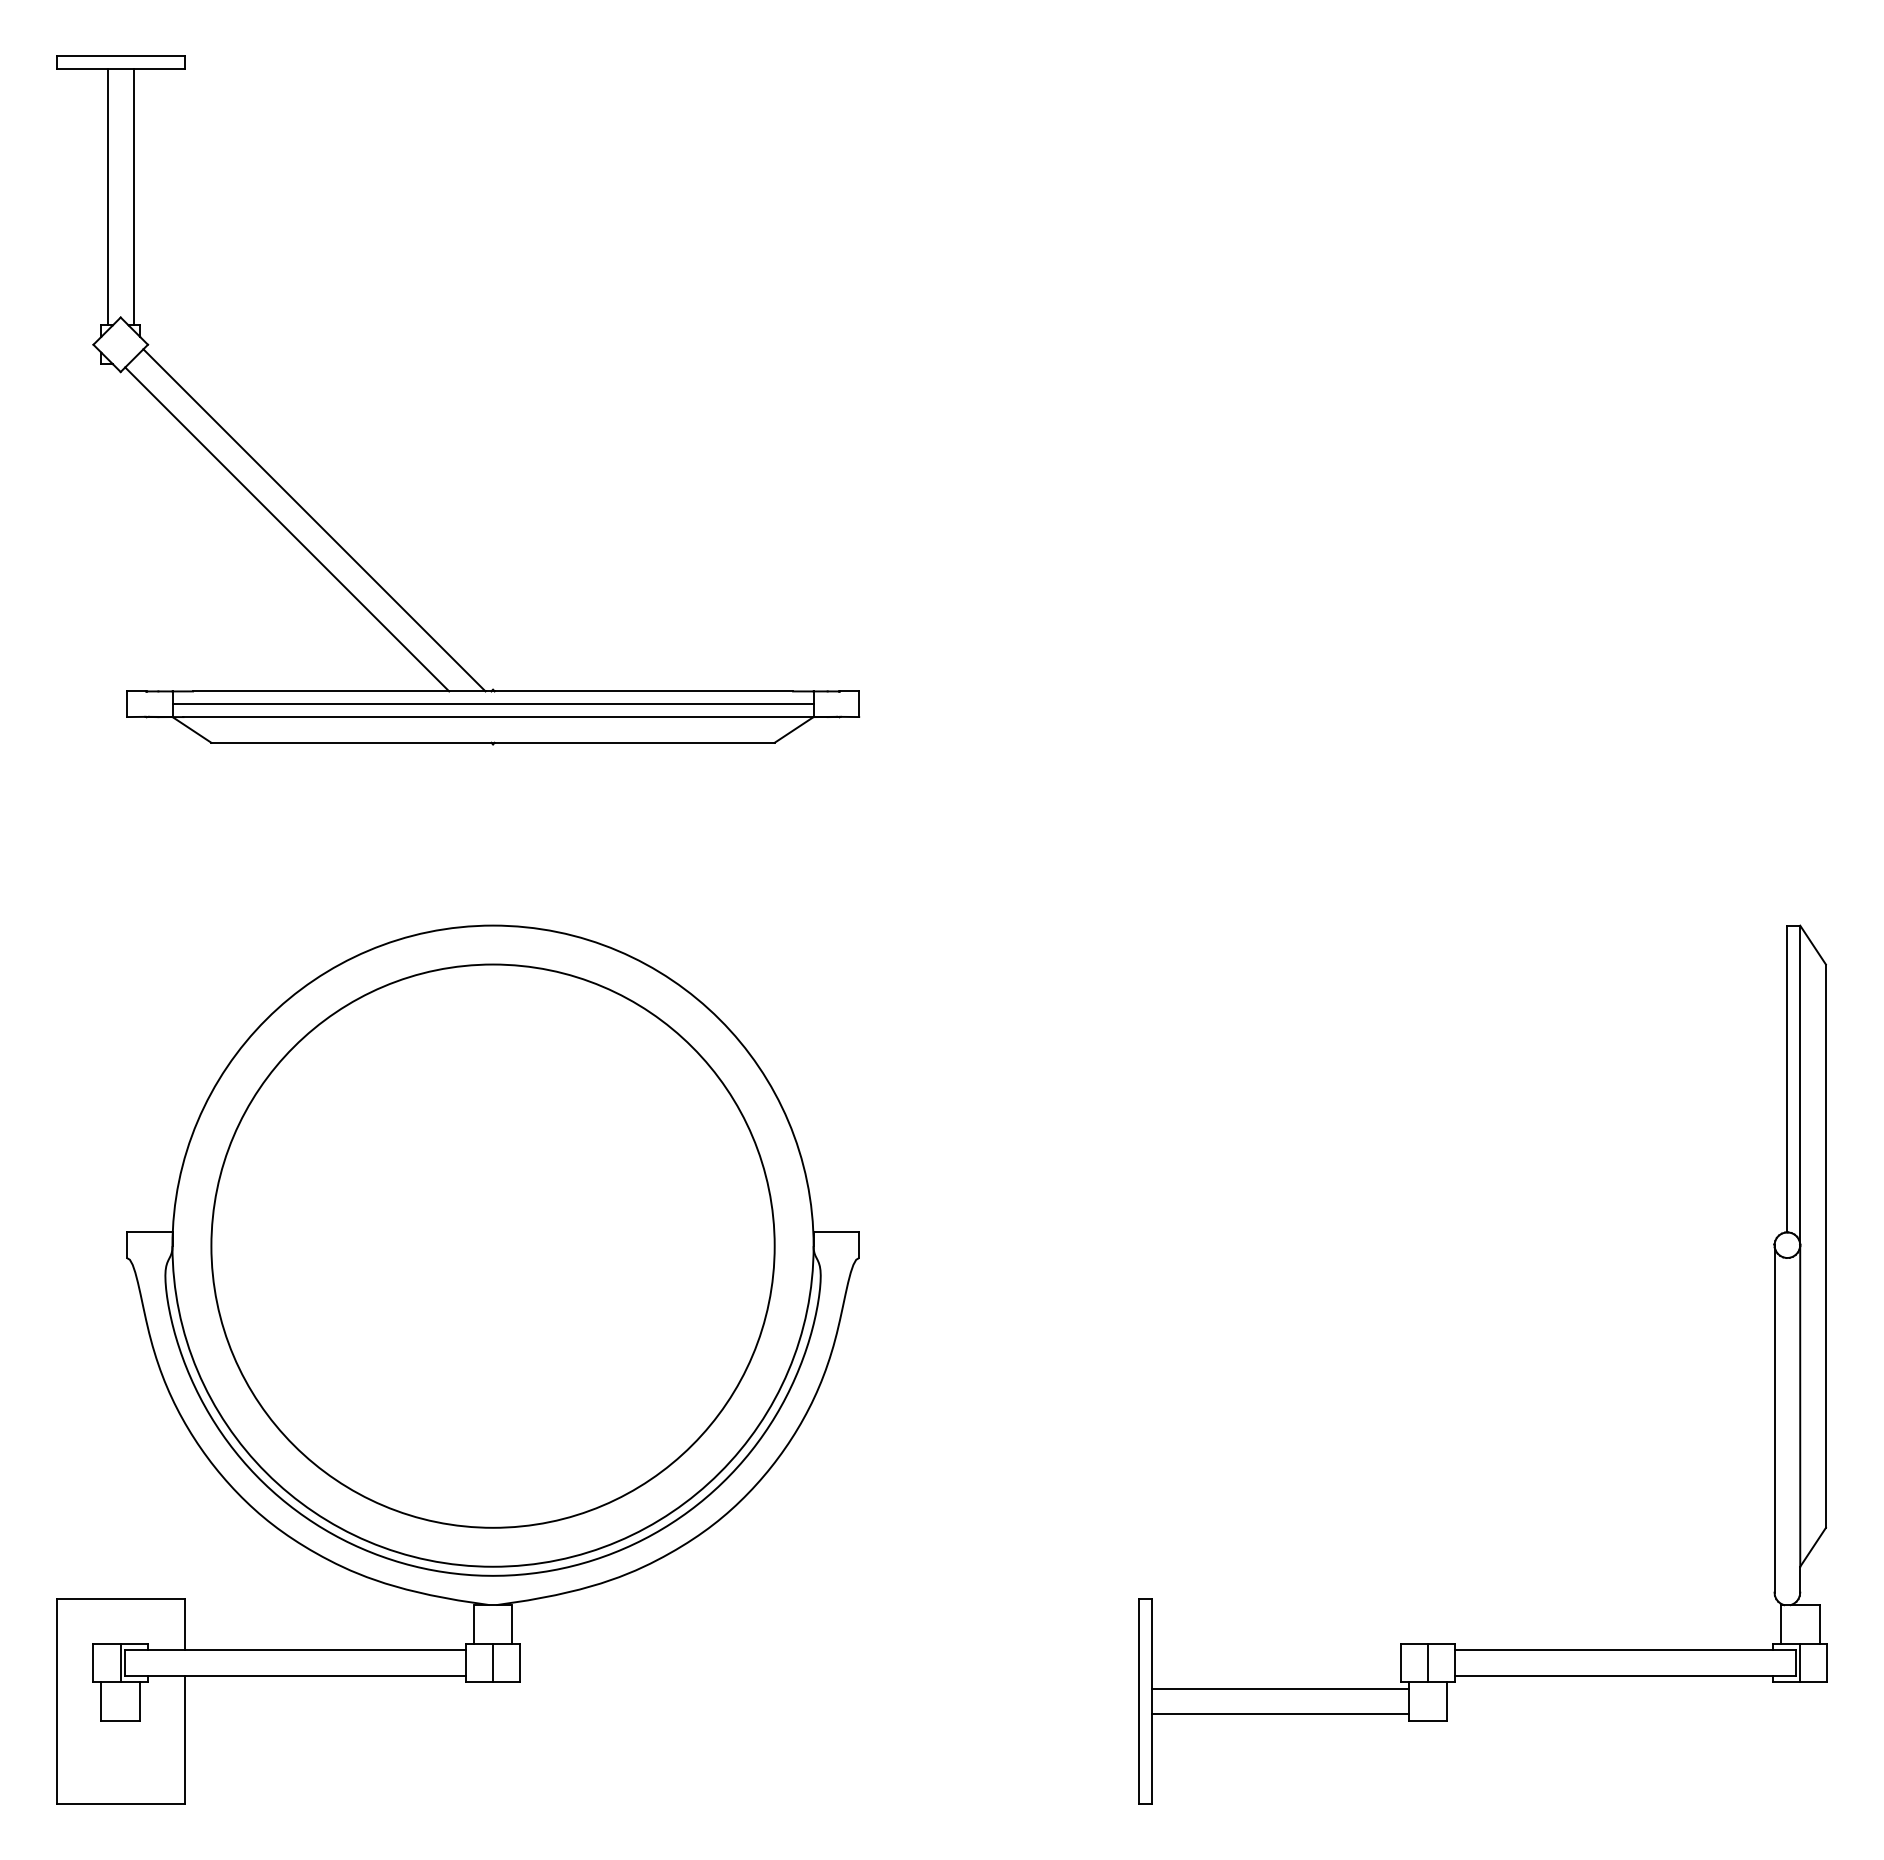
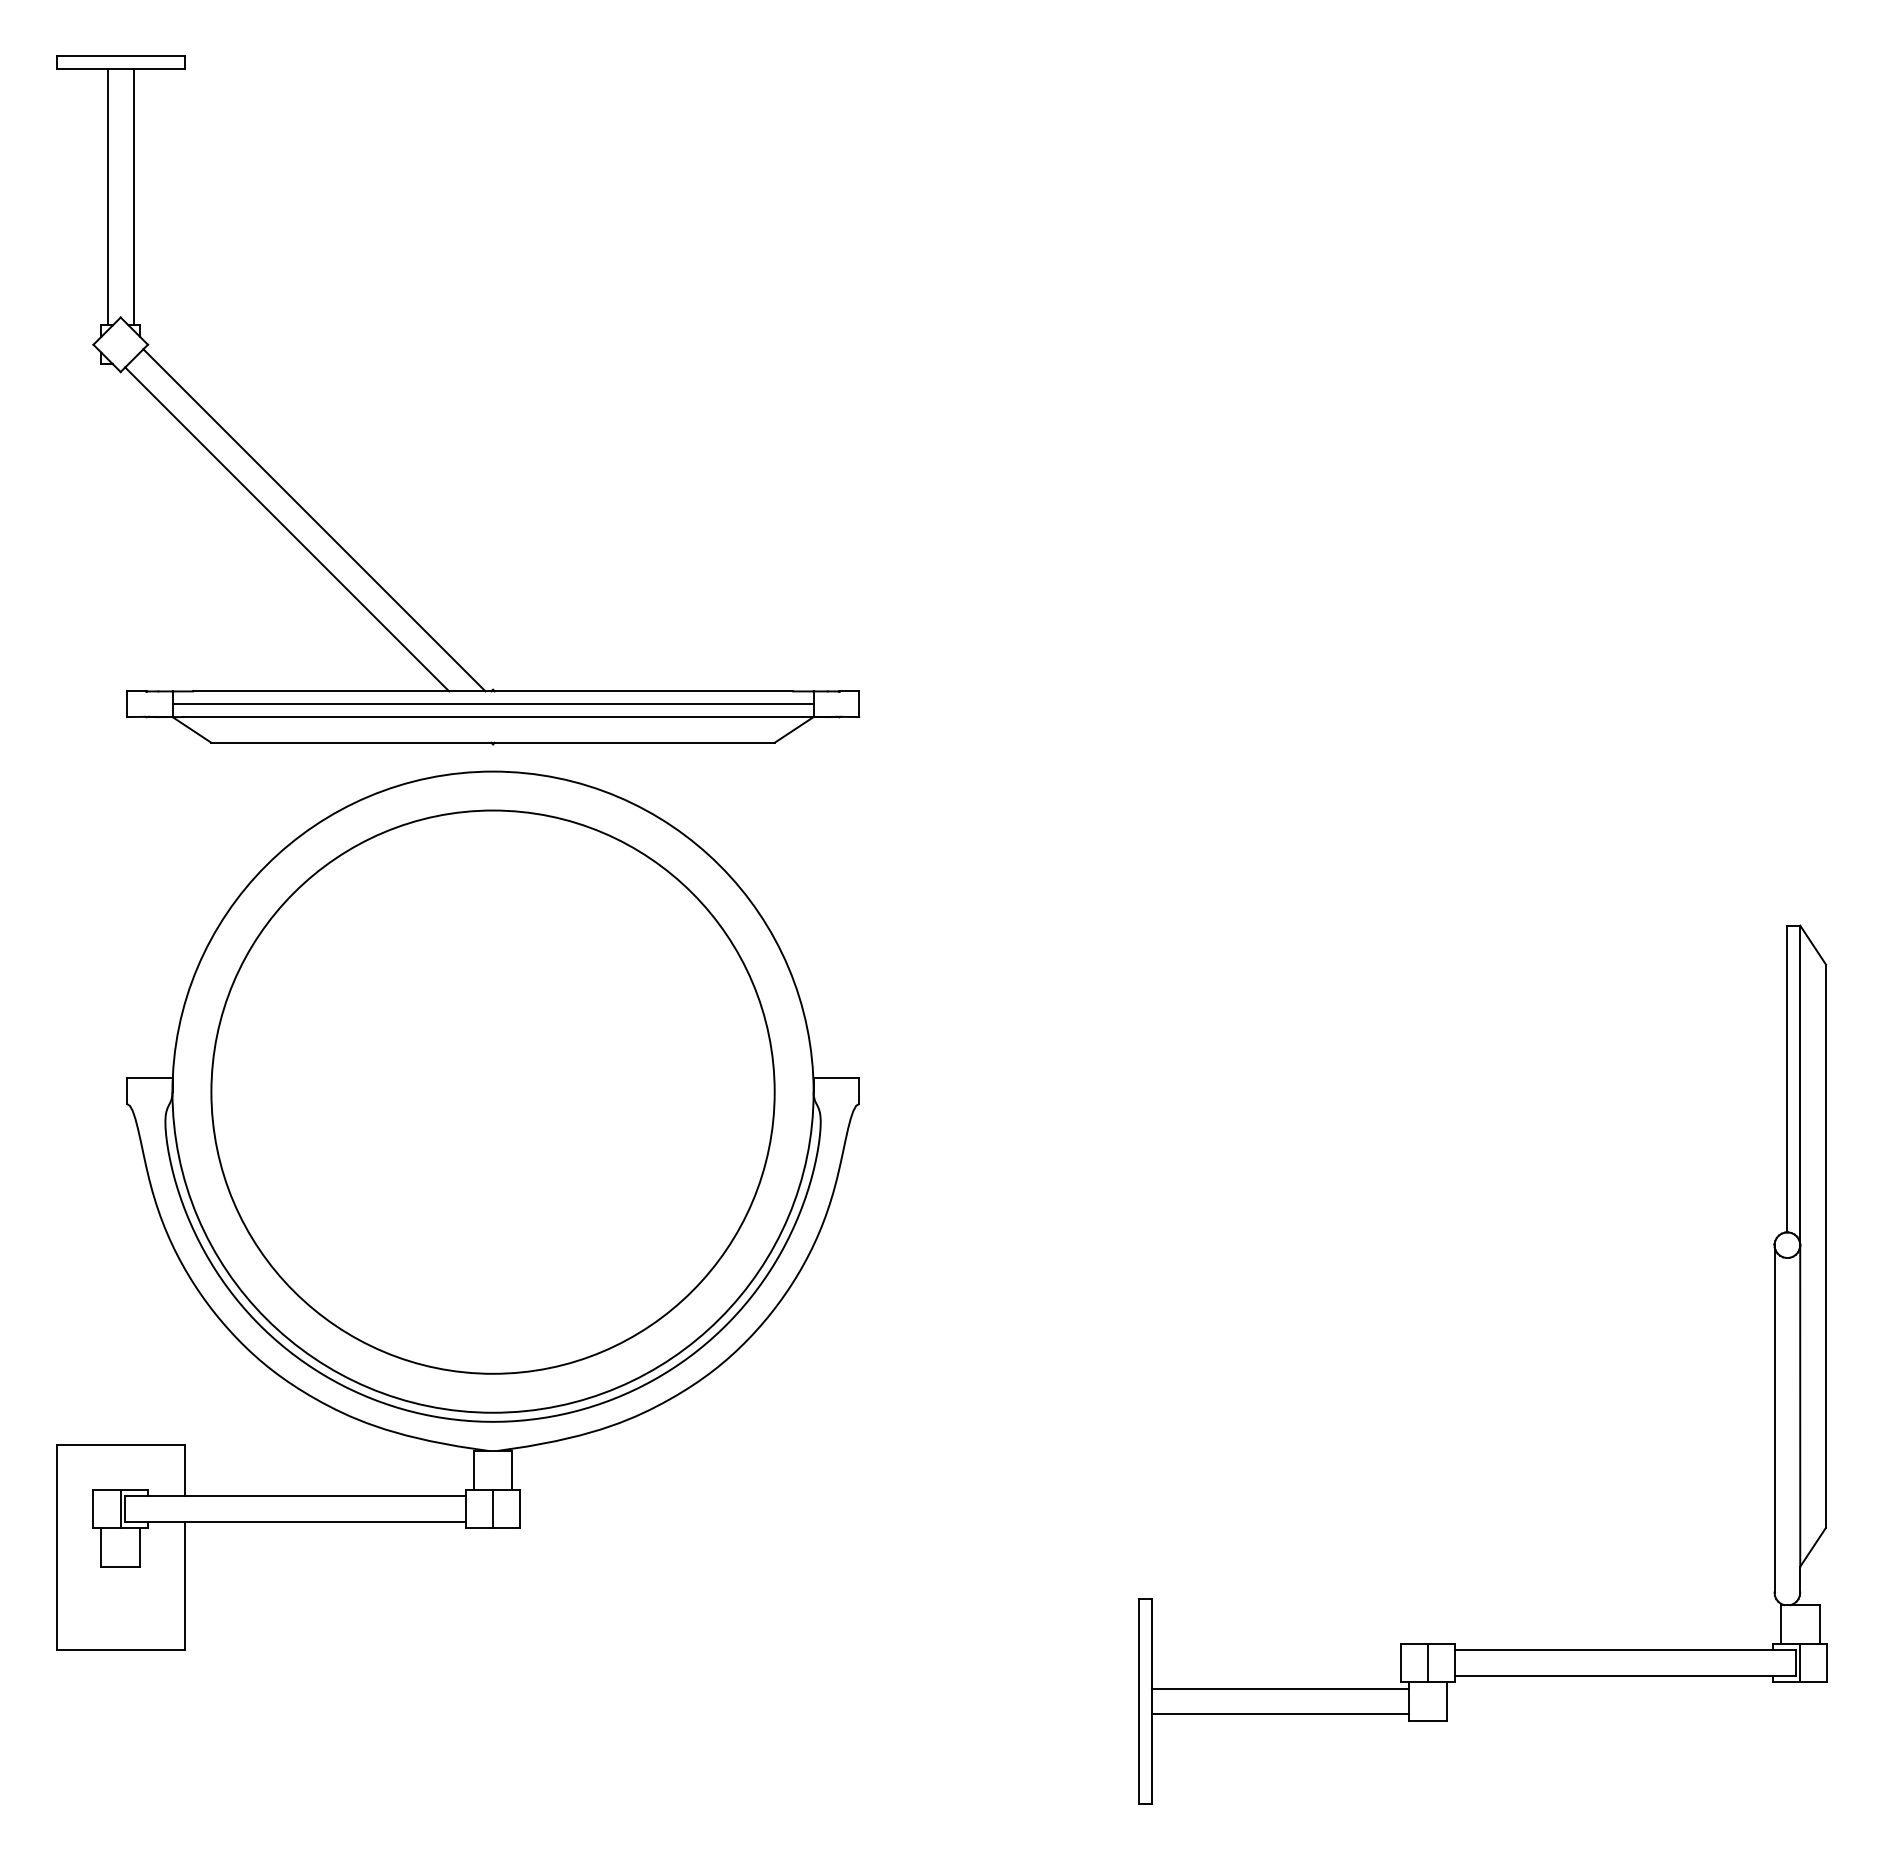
part at (457, 1364) position: (457, 1364) -> (457, 1210)
